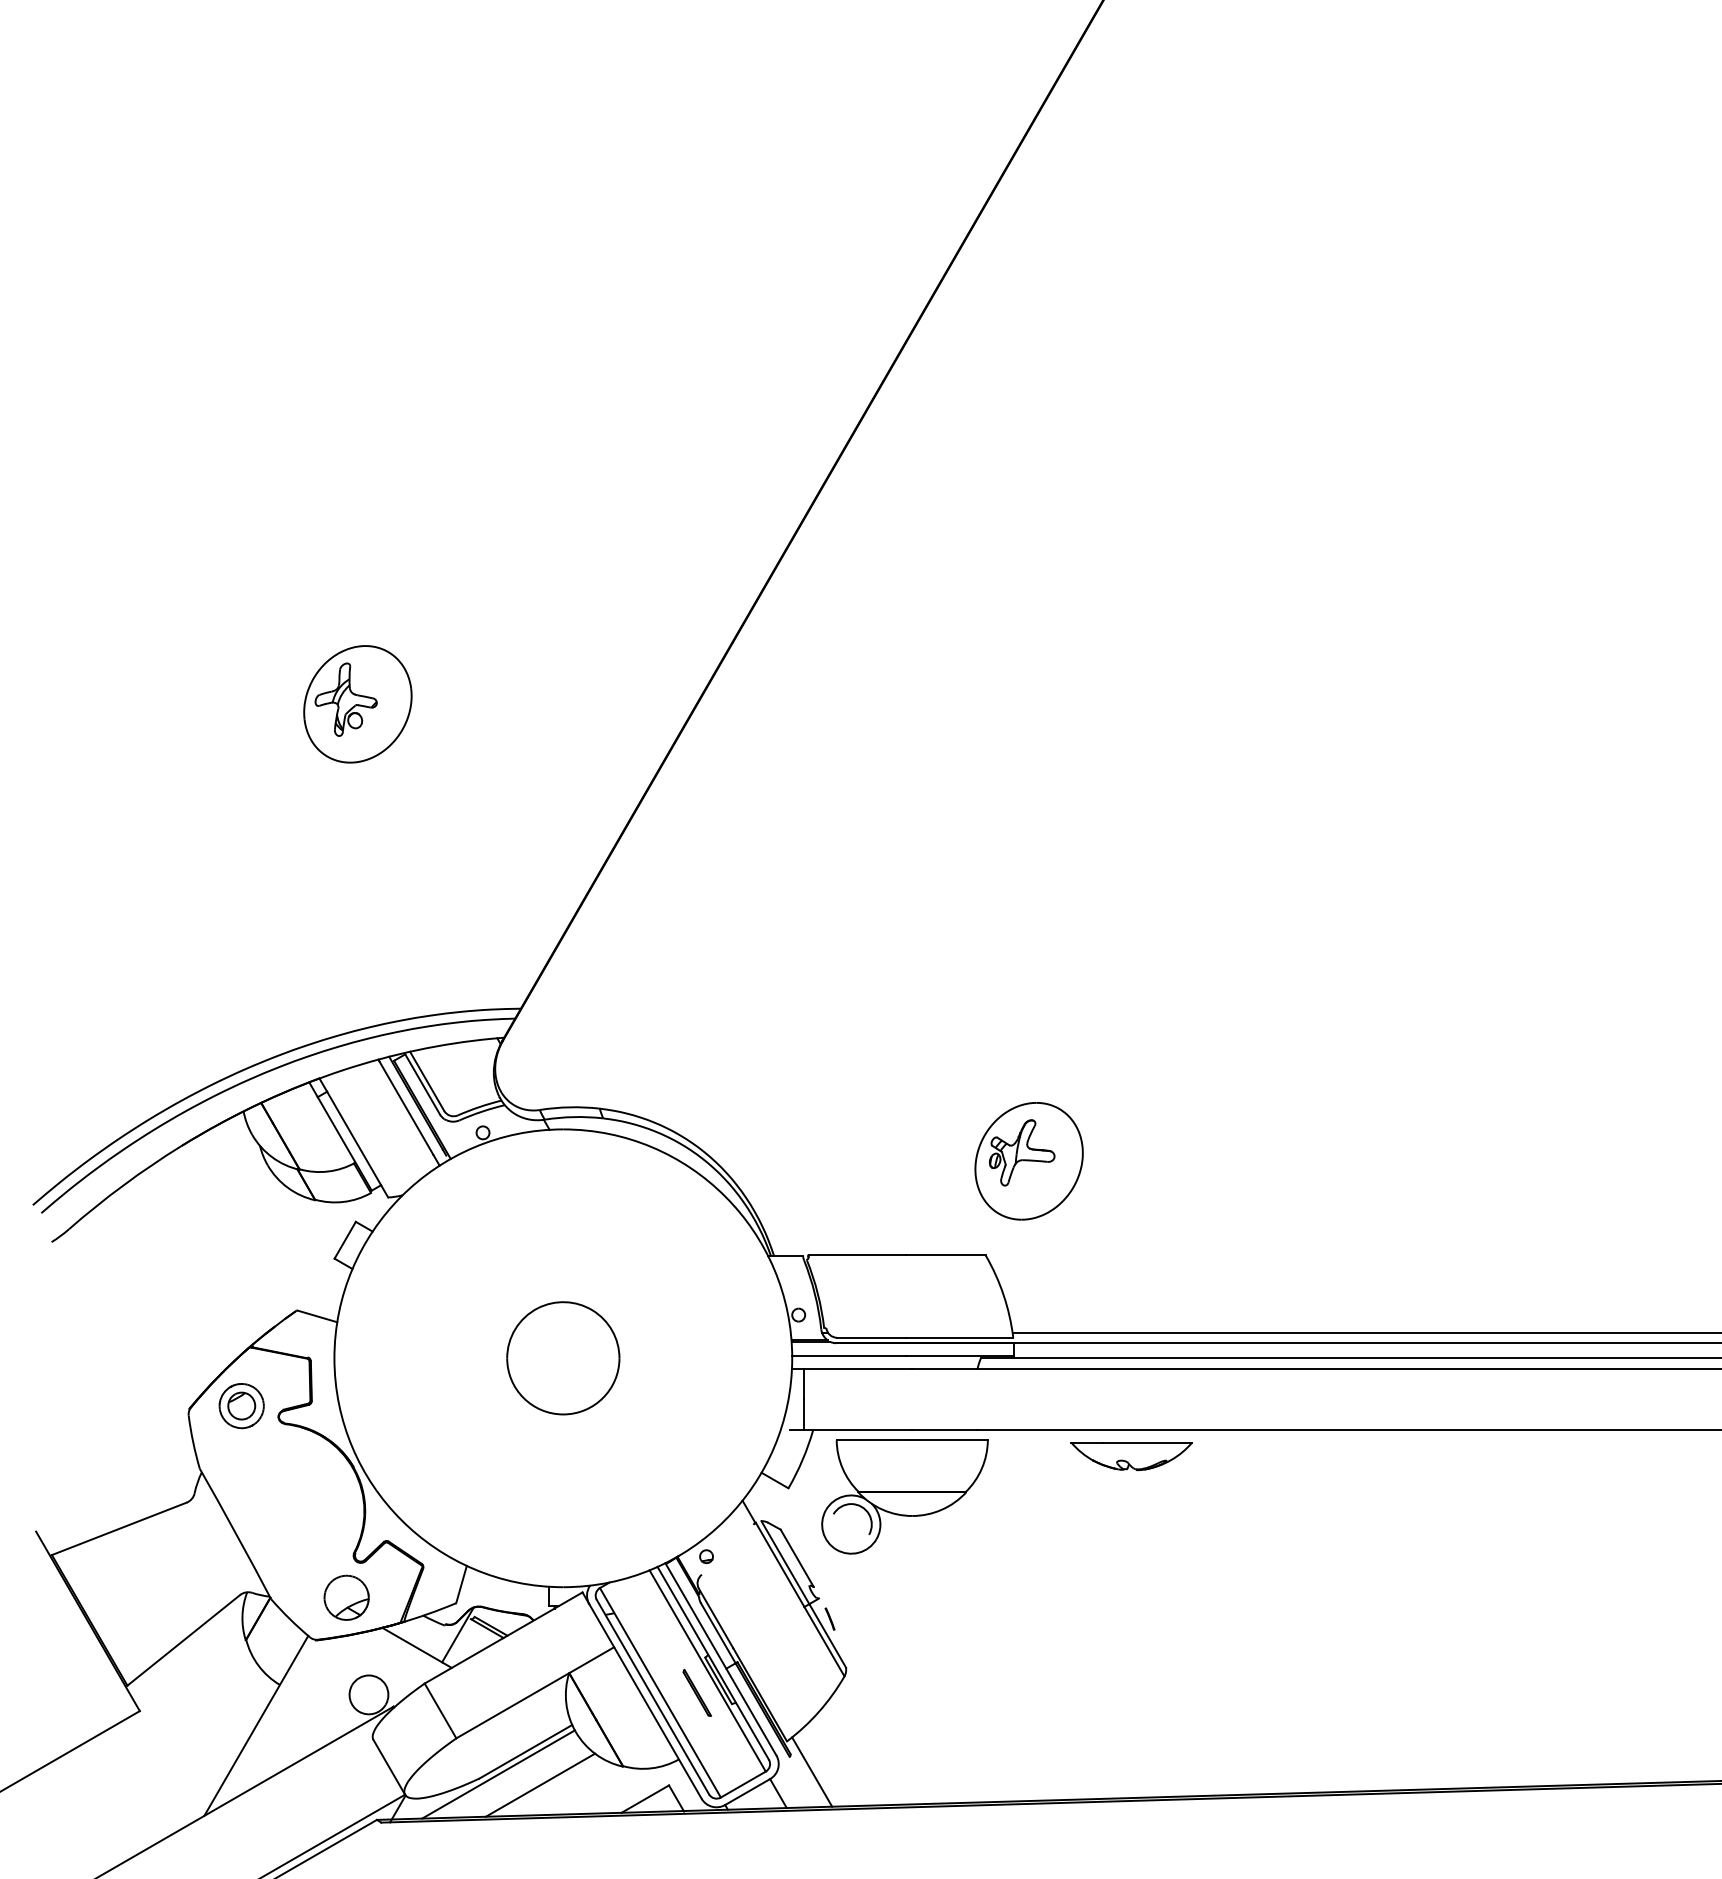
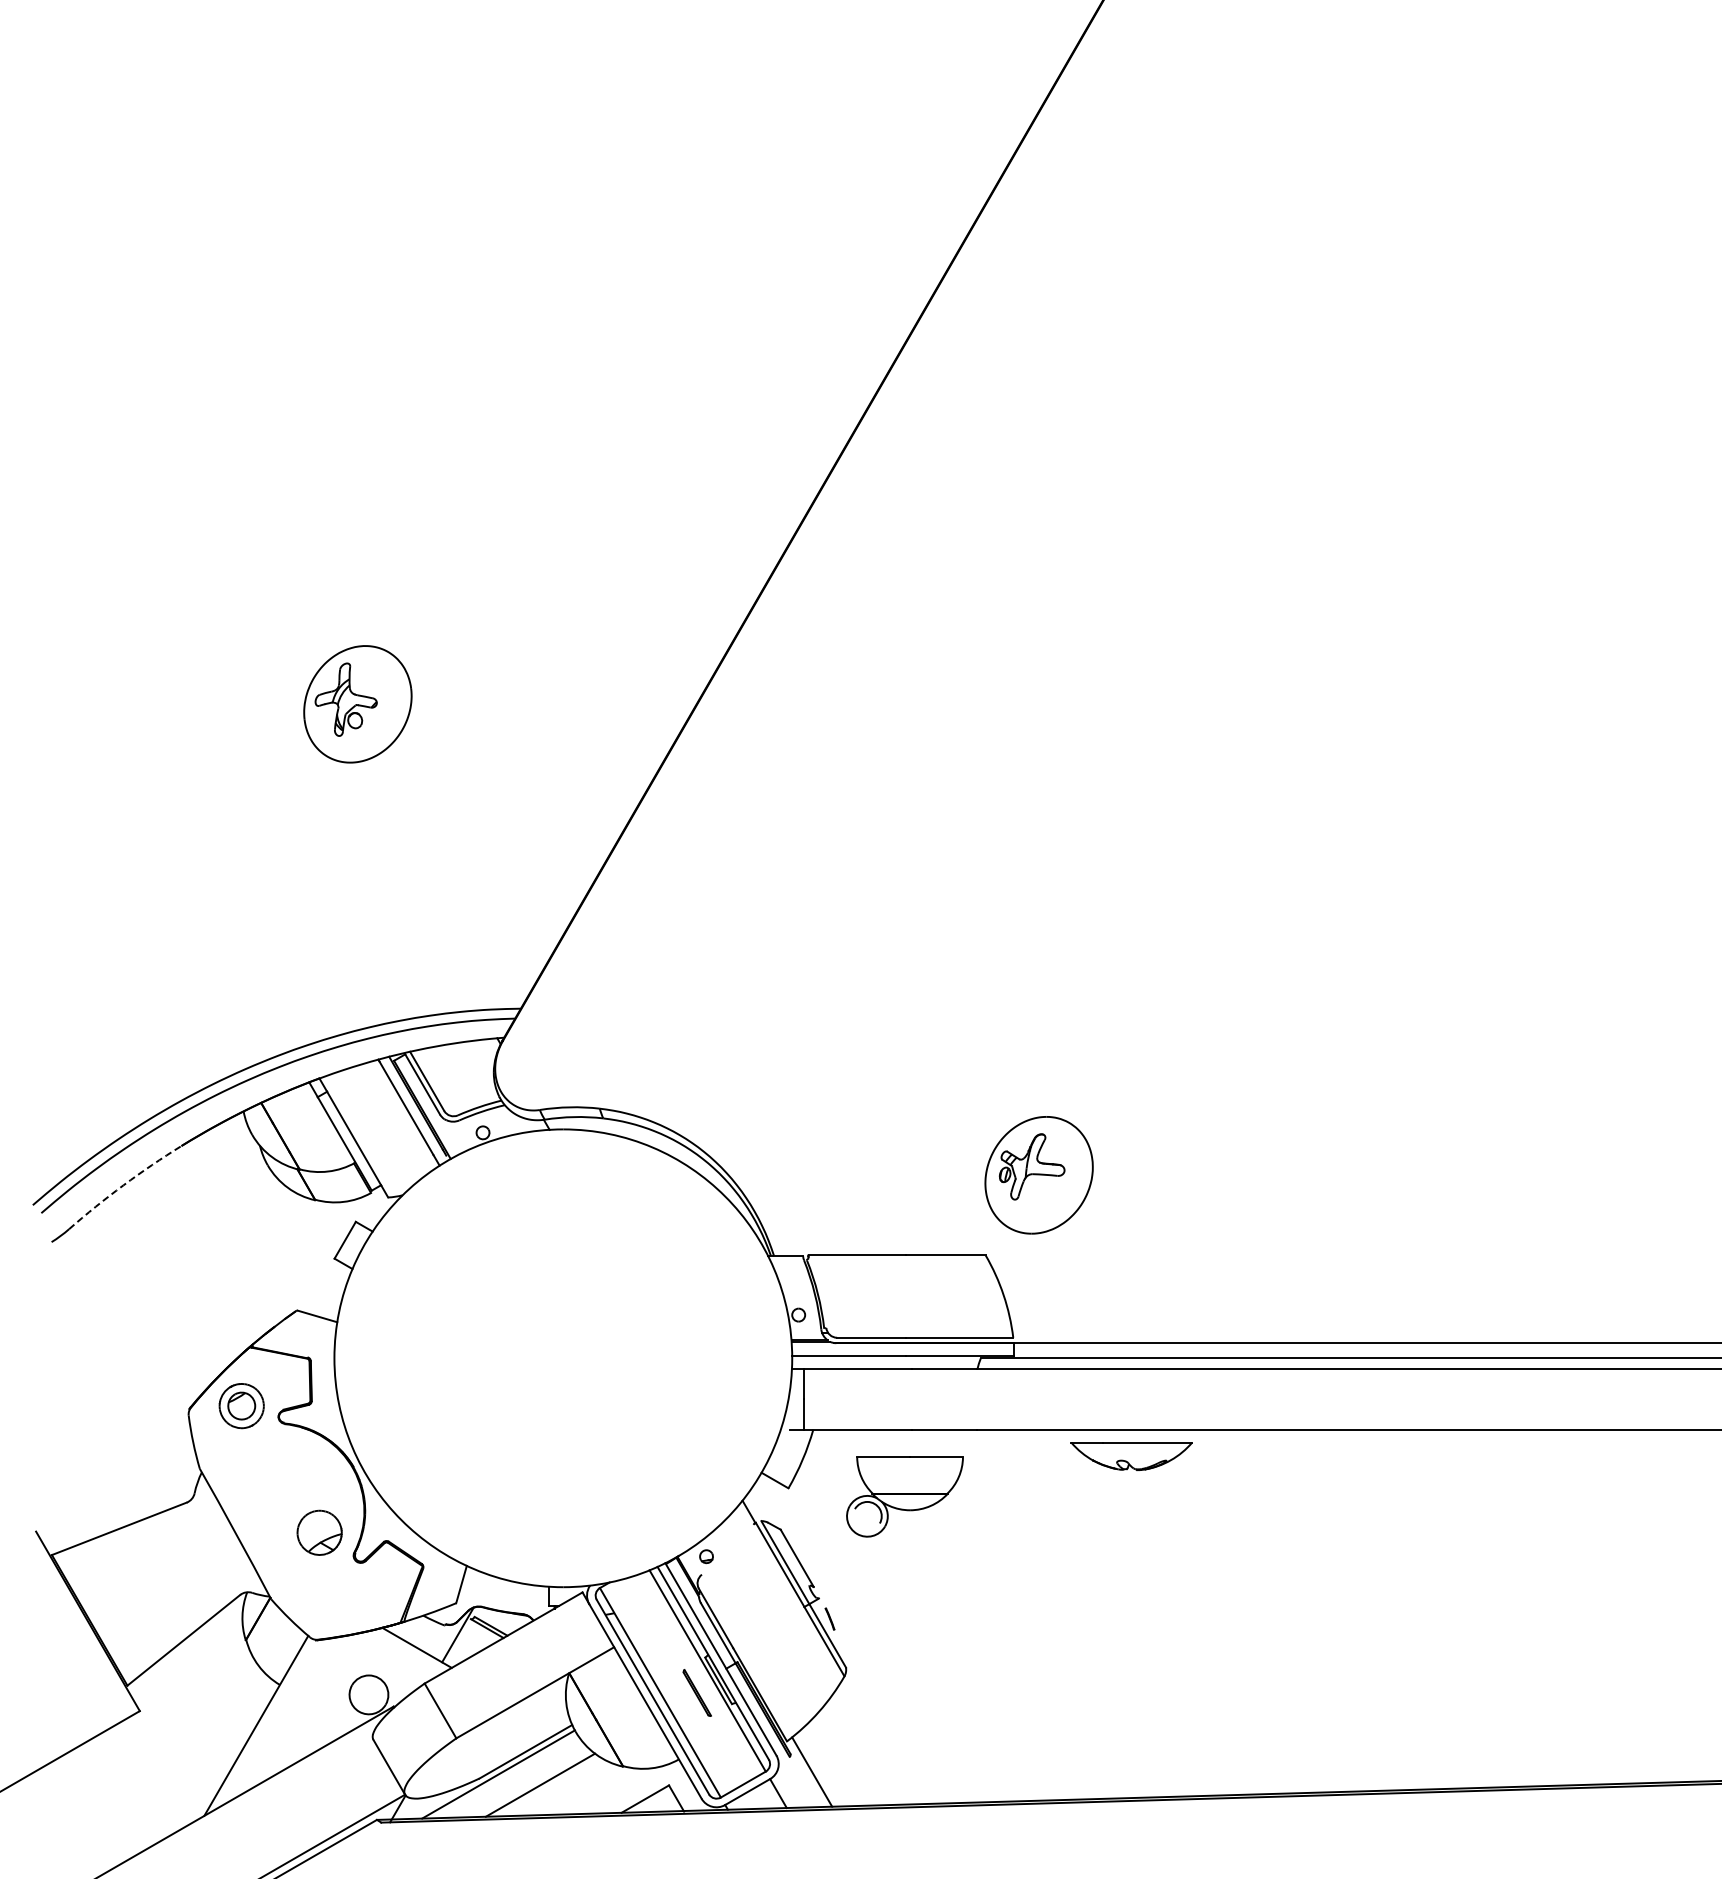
part at (1028, 1161) position: (1028, 1161) -> (1038, 1175)
arc at (123, 1185): solid -> dashed
line at (1365, 1333): present -> none
part at (563, 1358): present -> none
part at (904, 1496) size: 168x116 px -> 118x82 px
part at (346, 1597) position: (346, 1597) -> (319, 1532)
